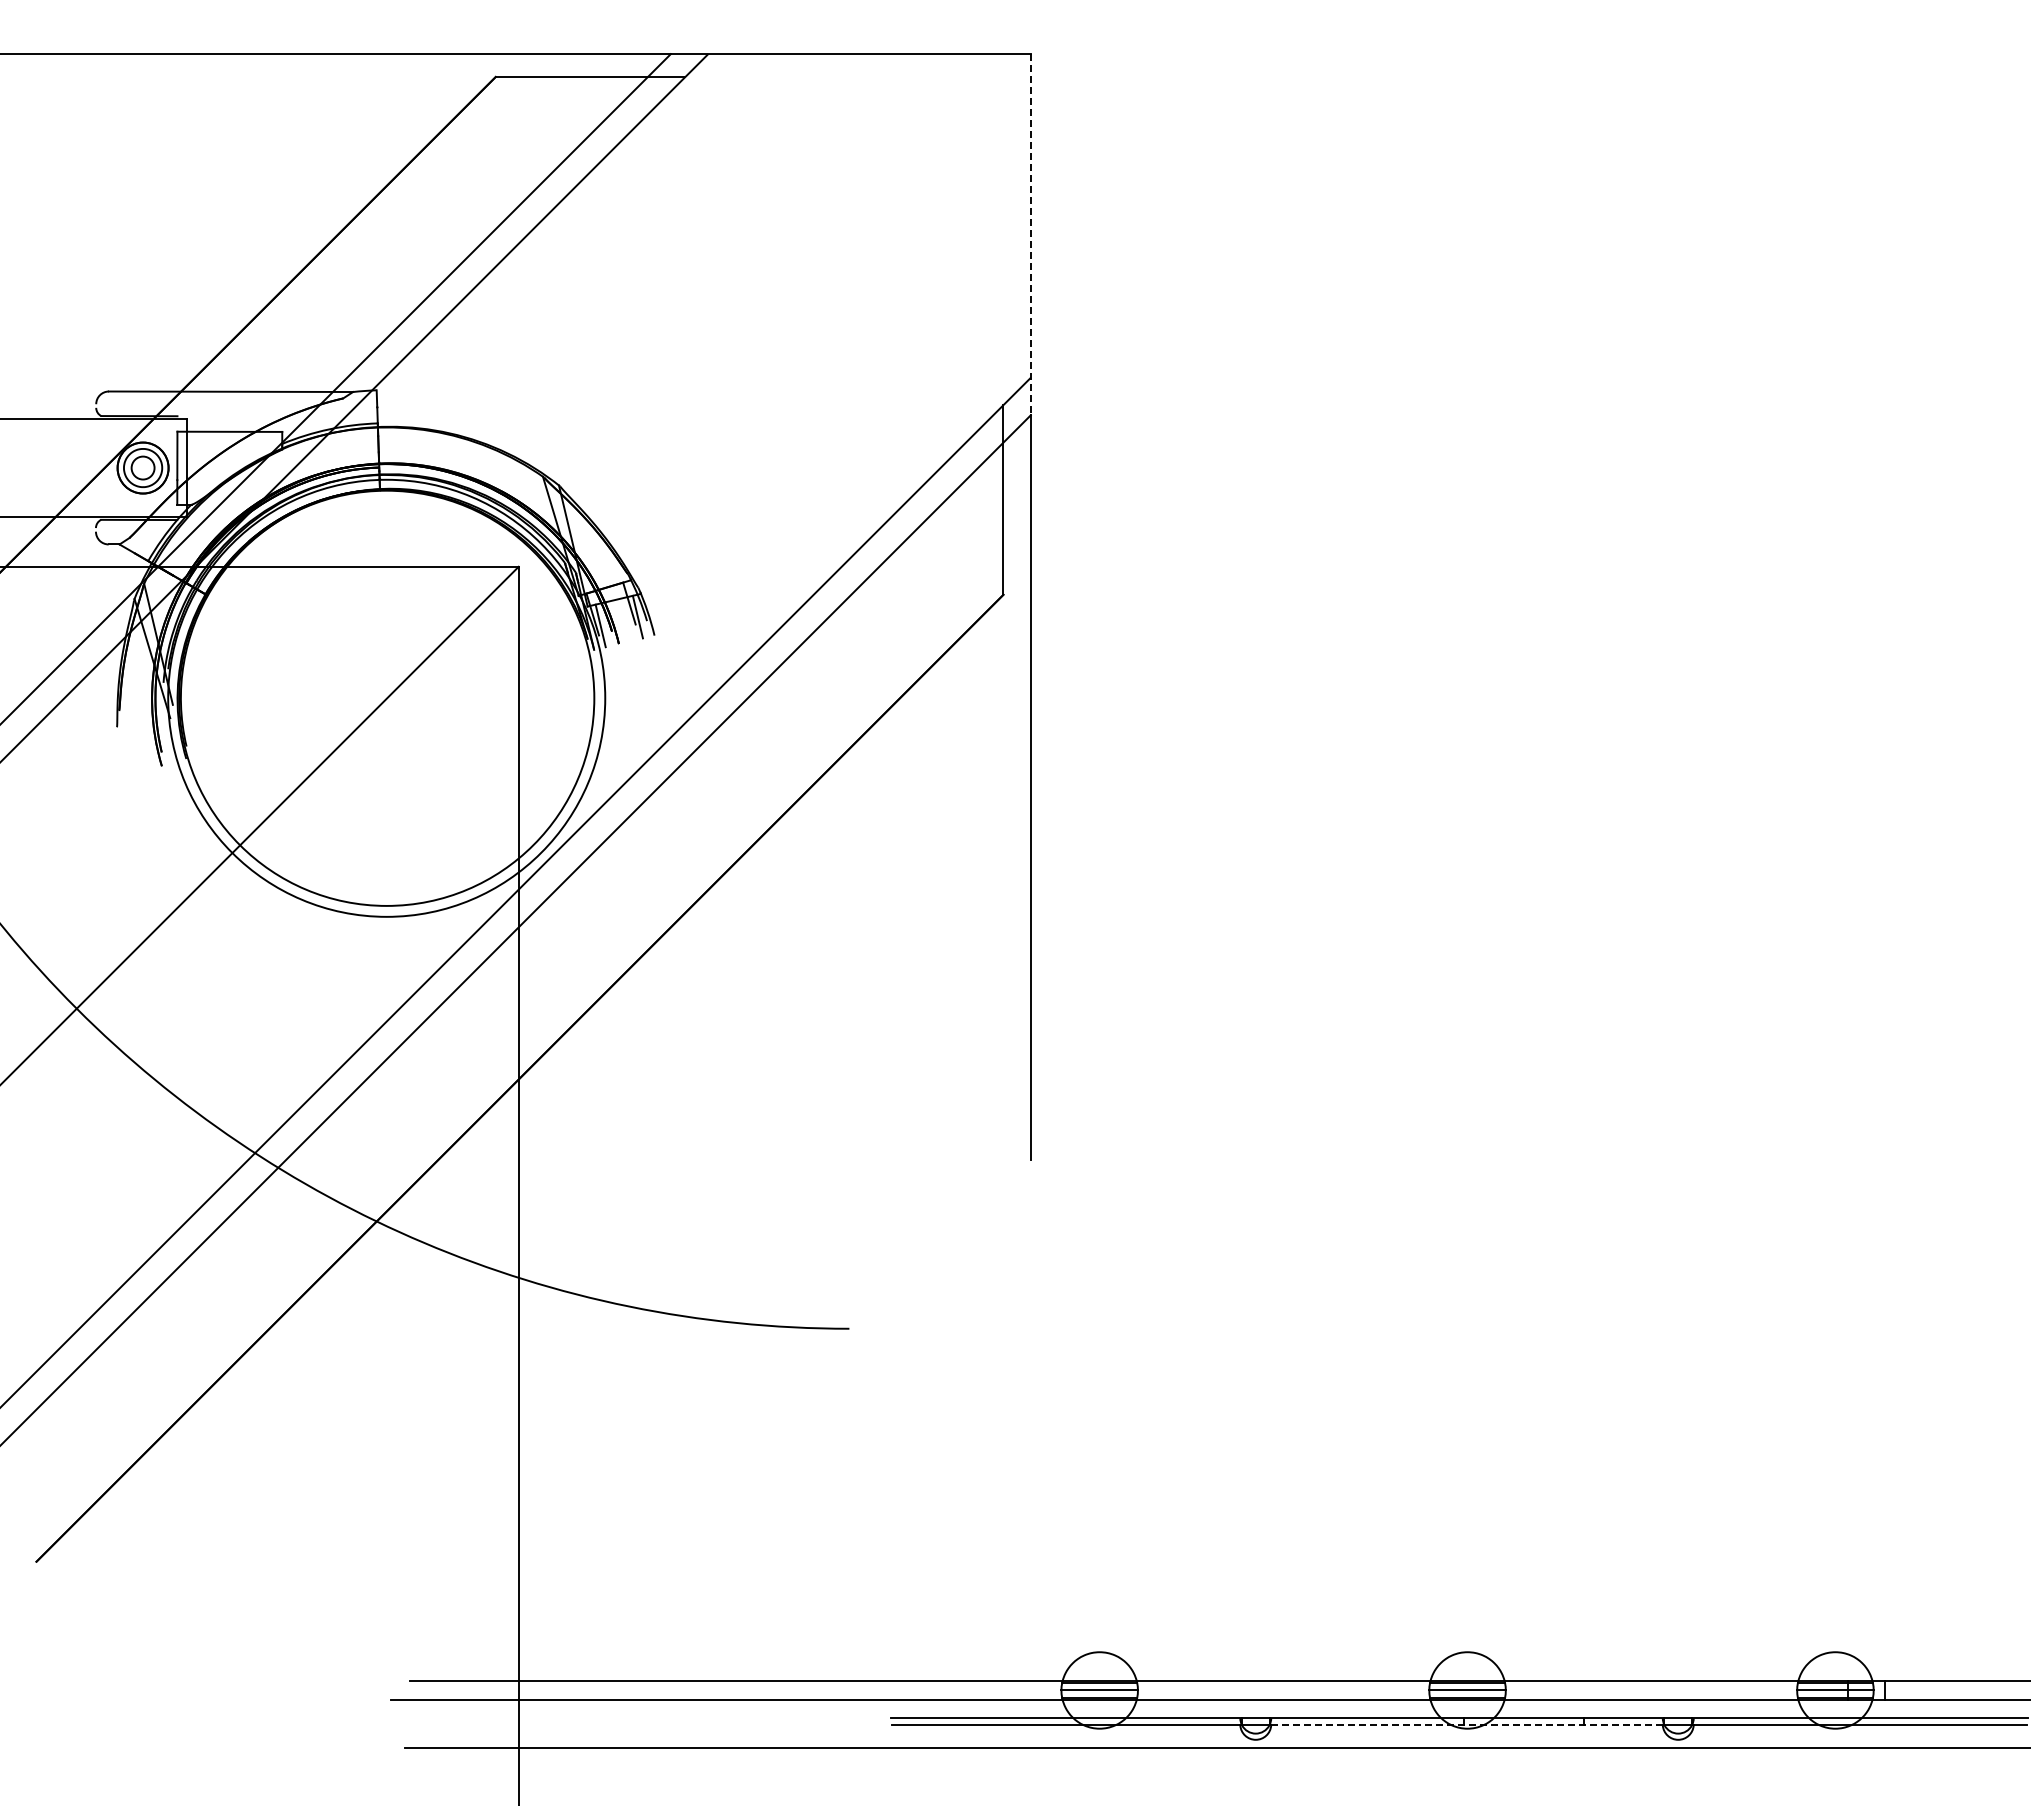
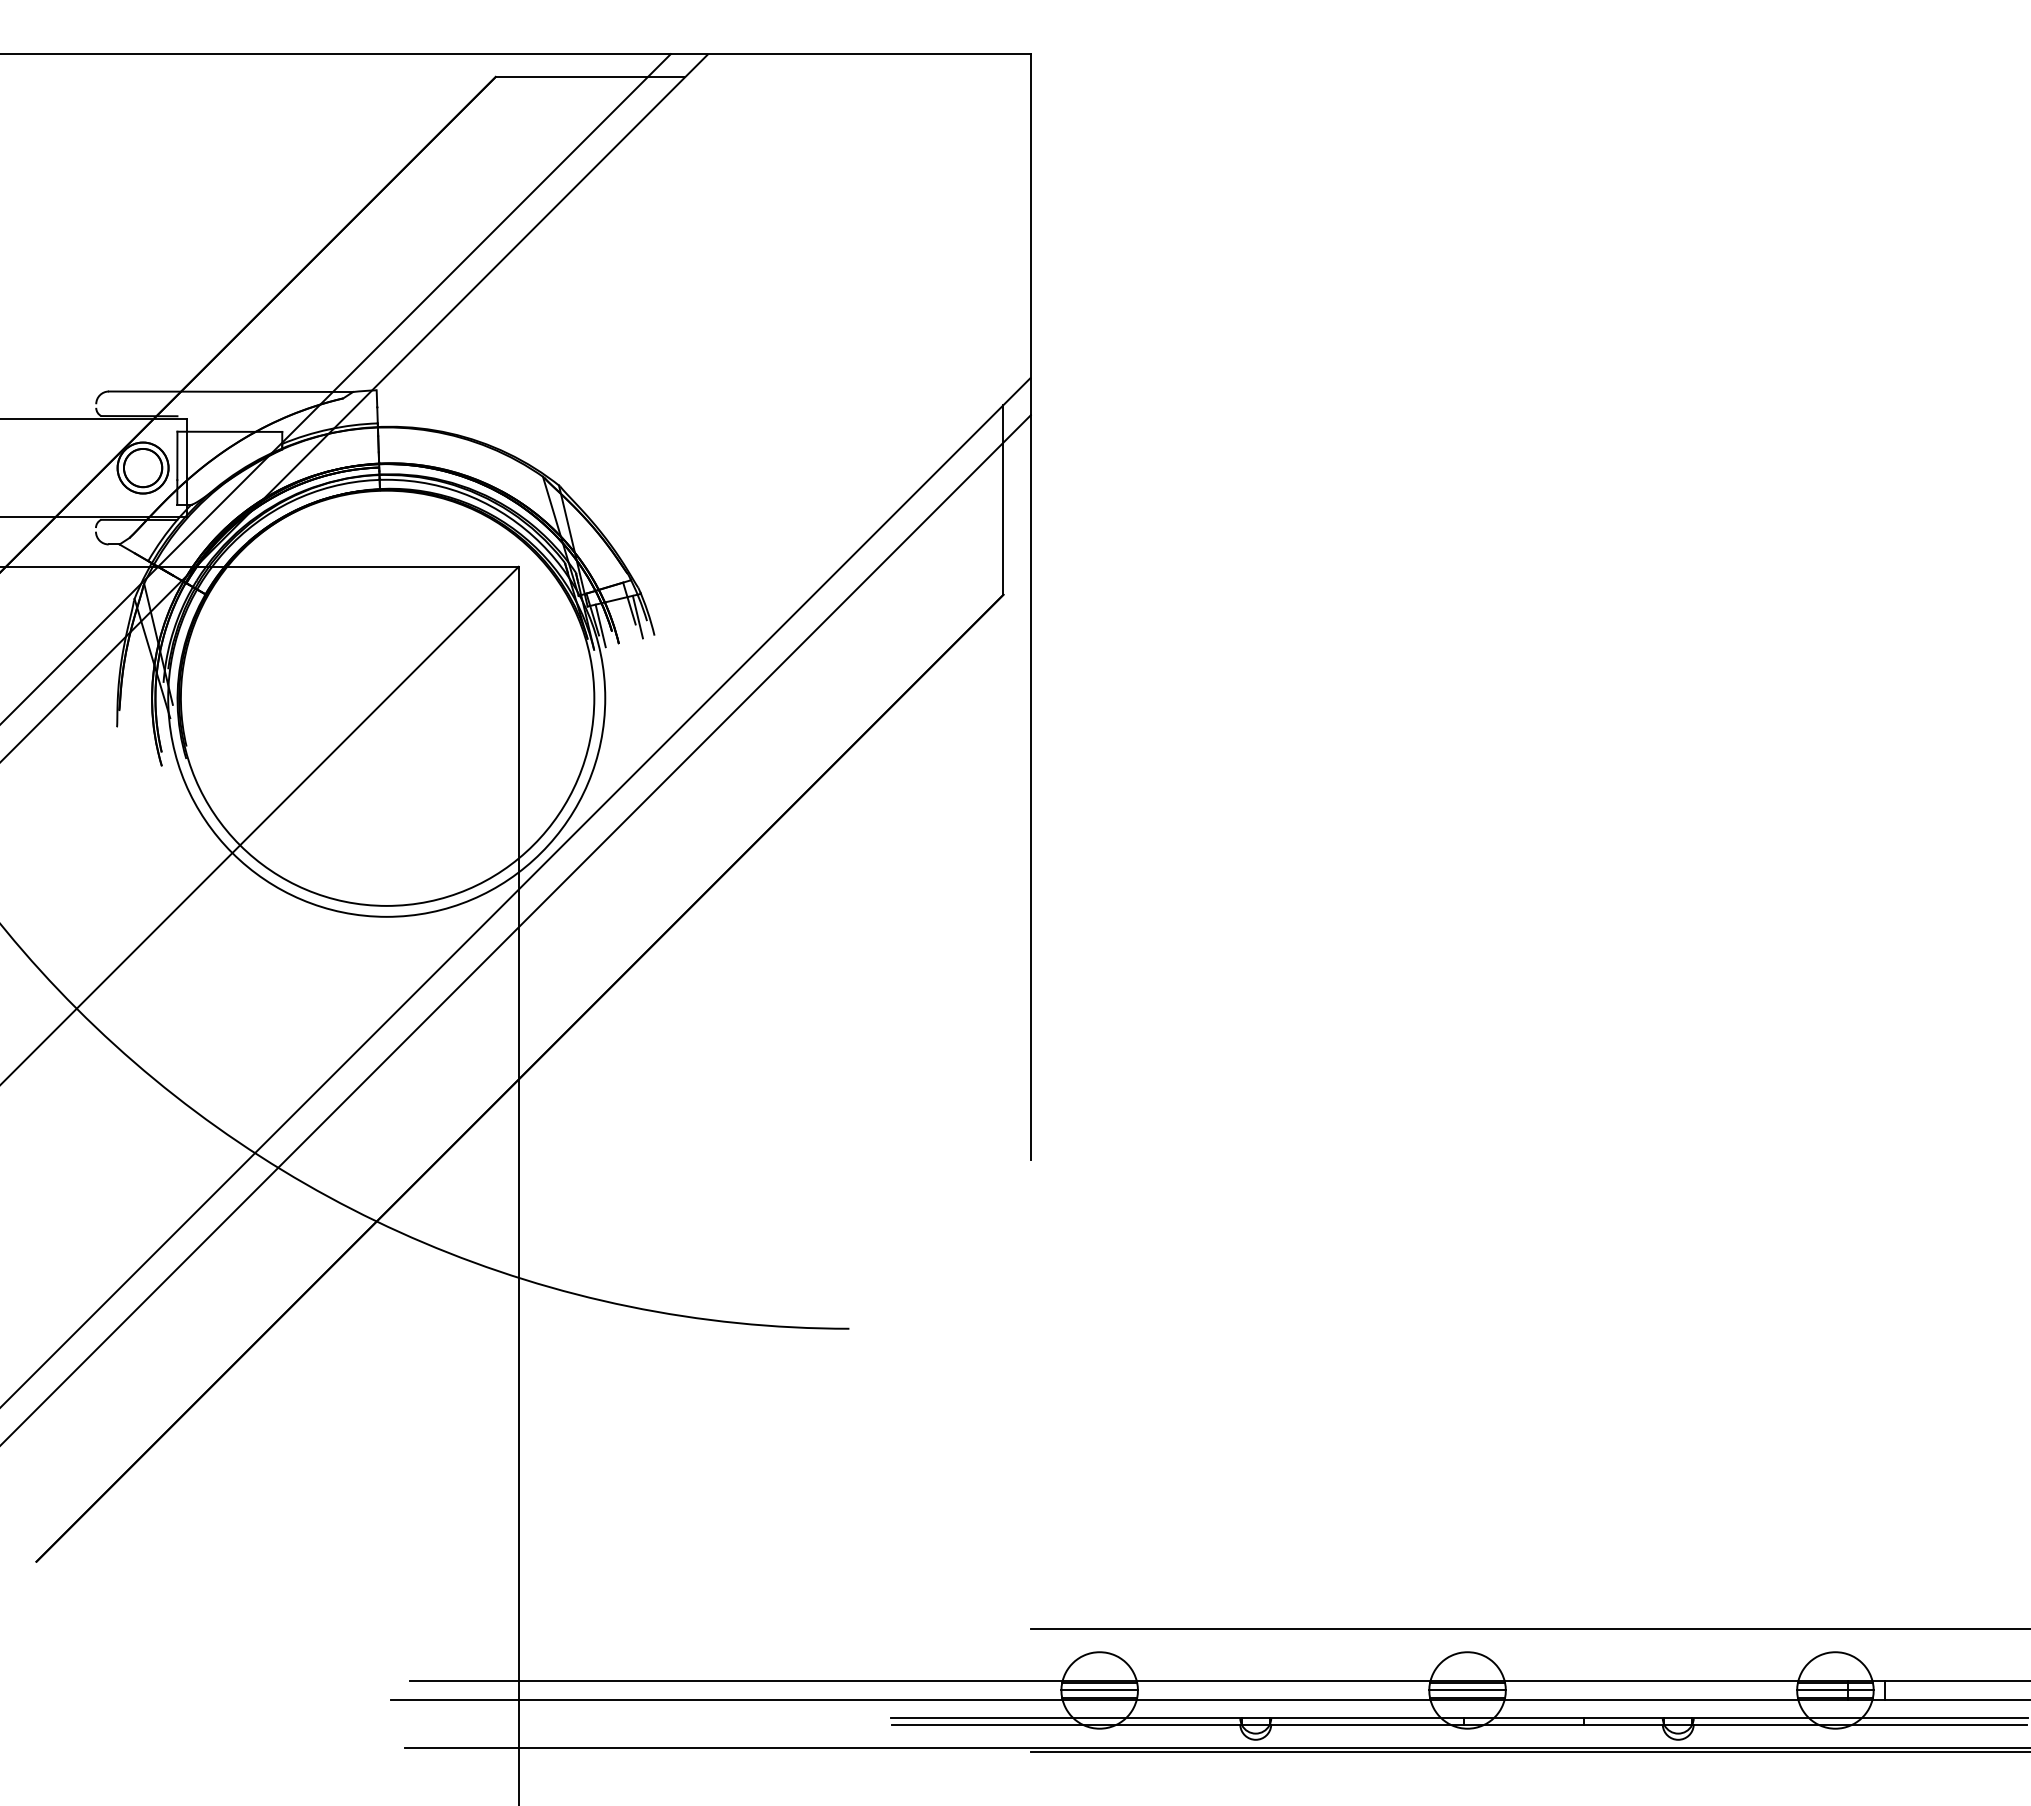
line at (1030, 234): dashed -> solid
circle at (142, 467) diameter: 23 px -> 38 px
line at (1528, 1629): none -> present
line at (1467, 1725): dashed -> solid
line at (1528, 1751): none -> present
